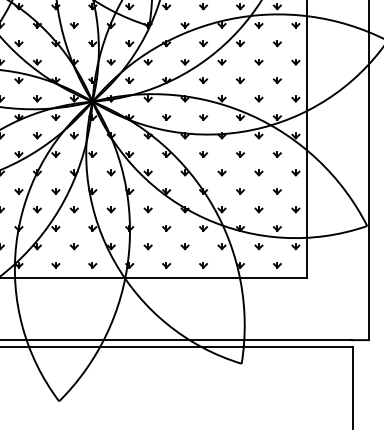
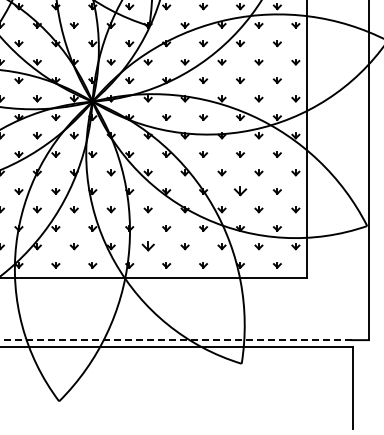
part at (240, 191) size: 9x7 px -> 15x11 px
part at (147, 246) size: 10x8 px -> 14x11 px
line at (175, 340): solid -> dashed
